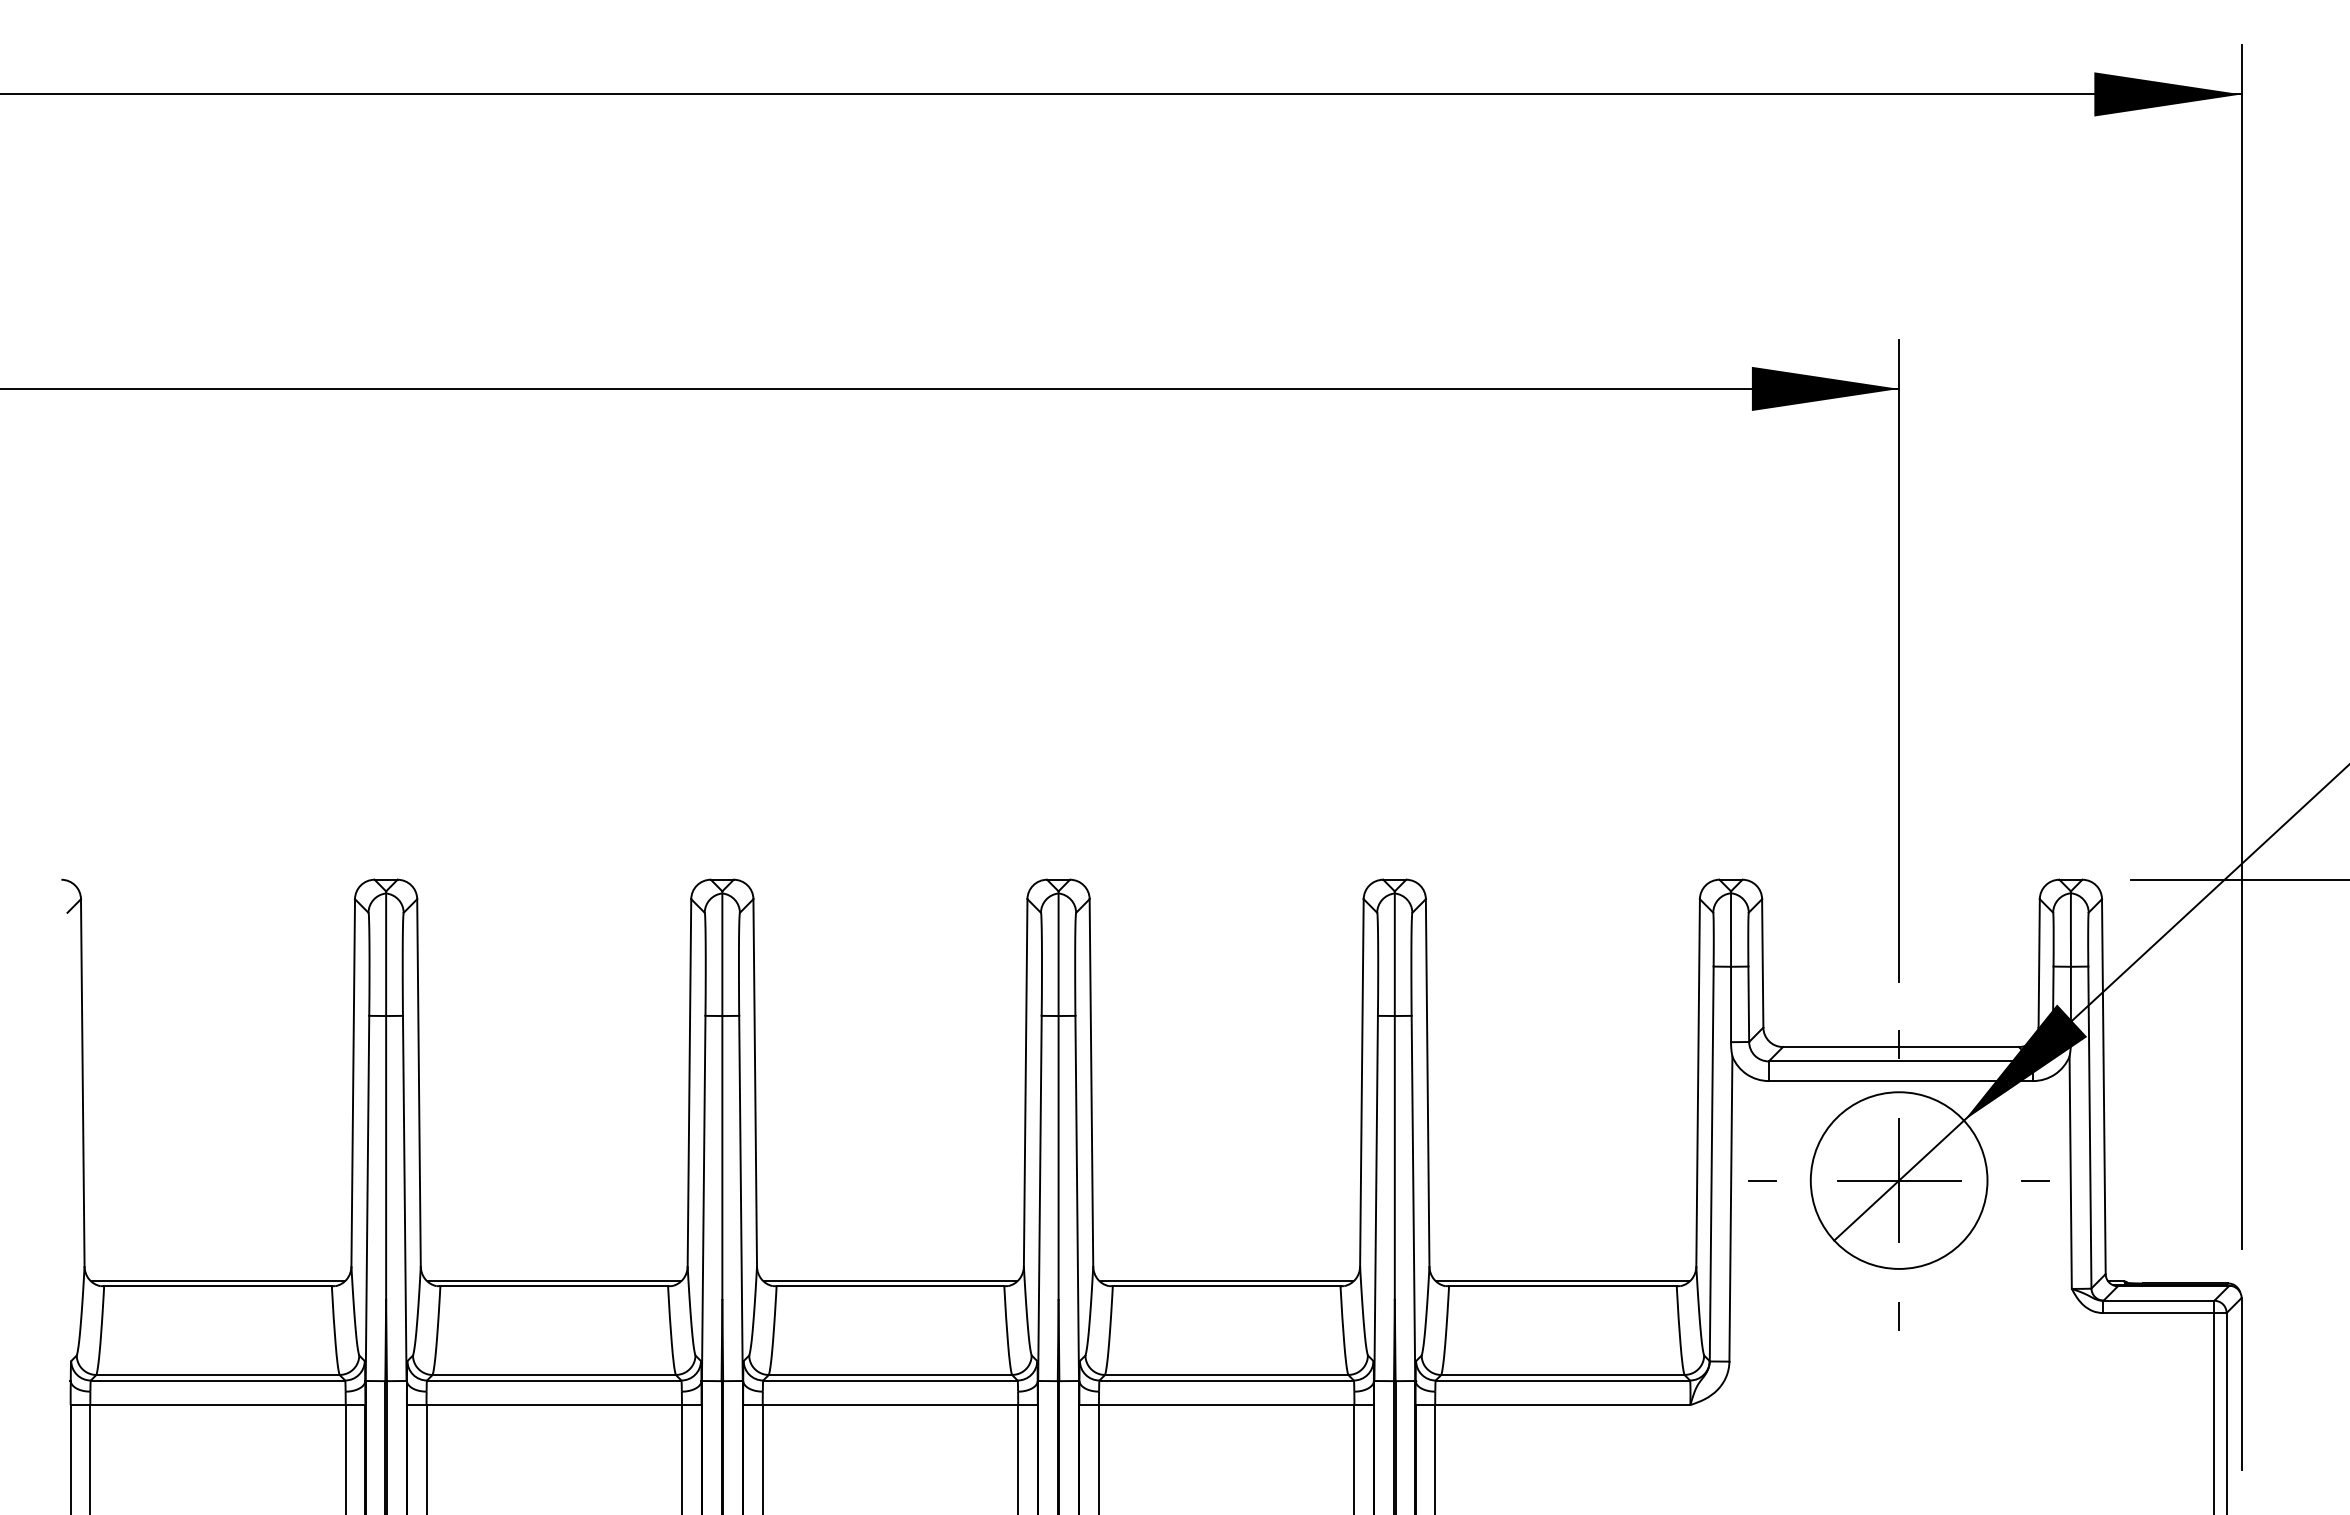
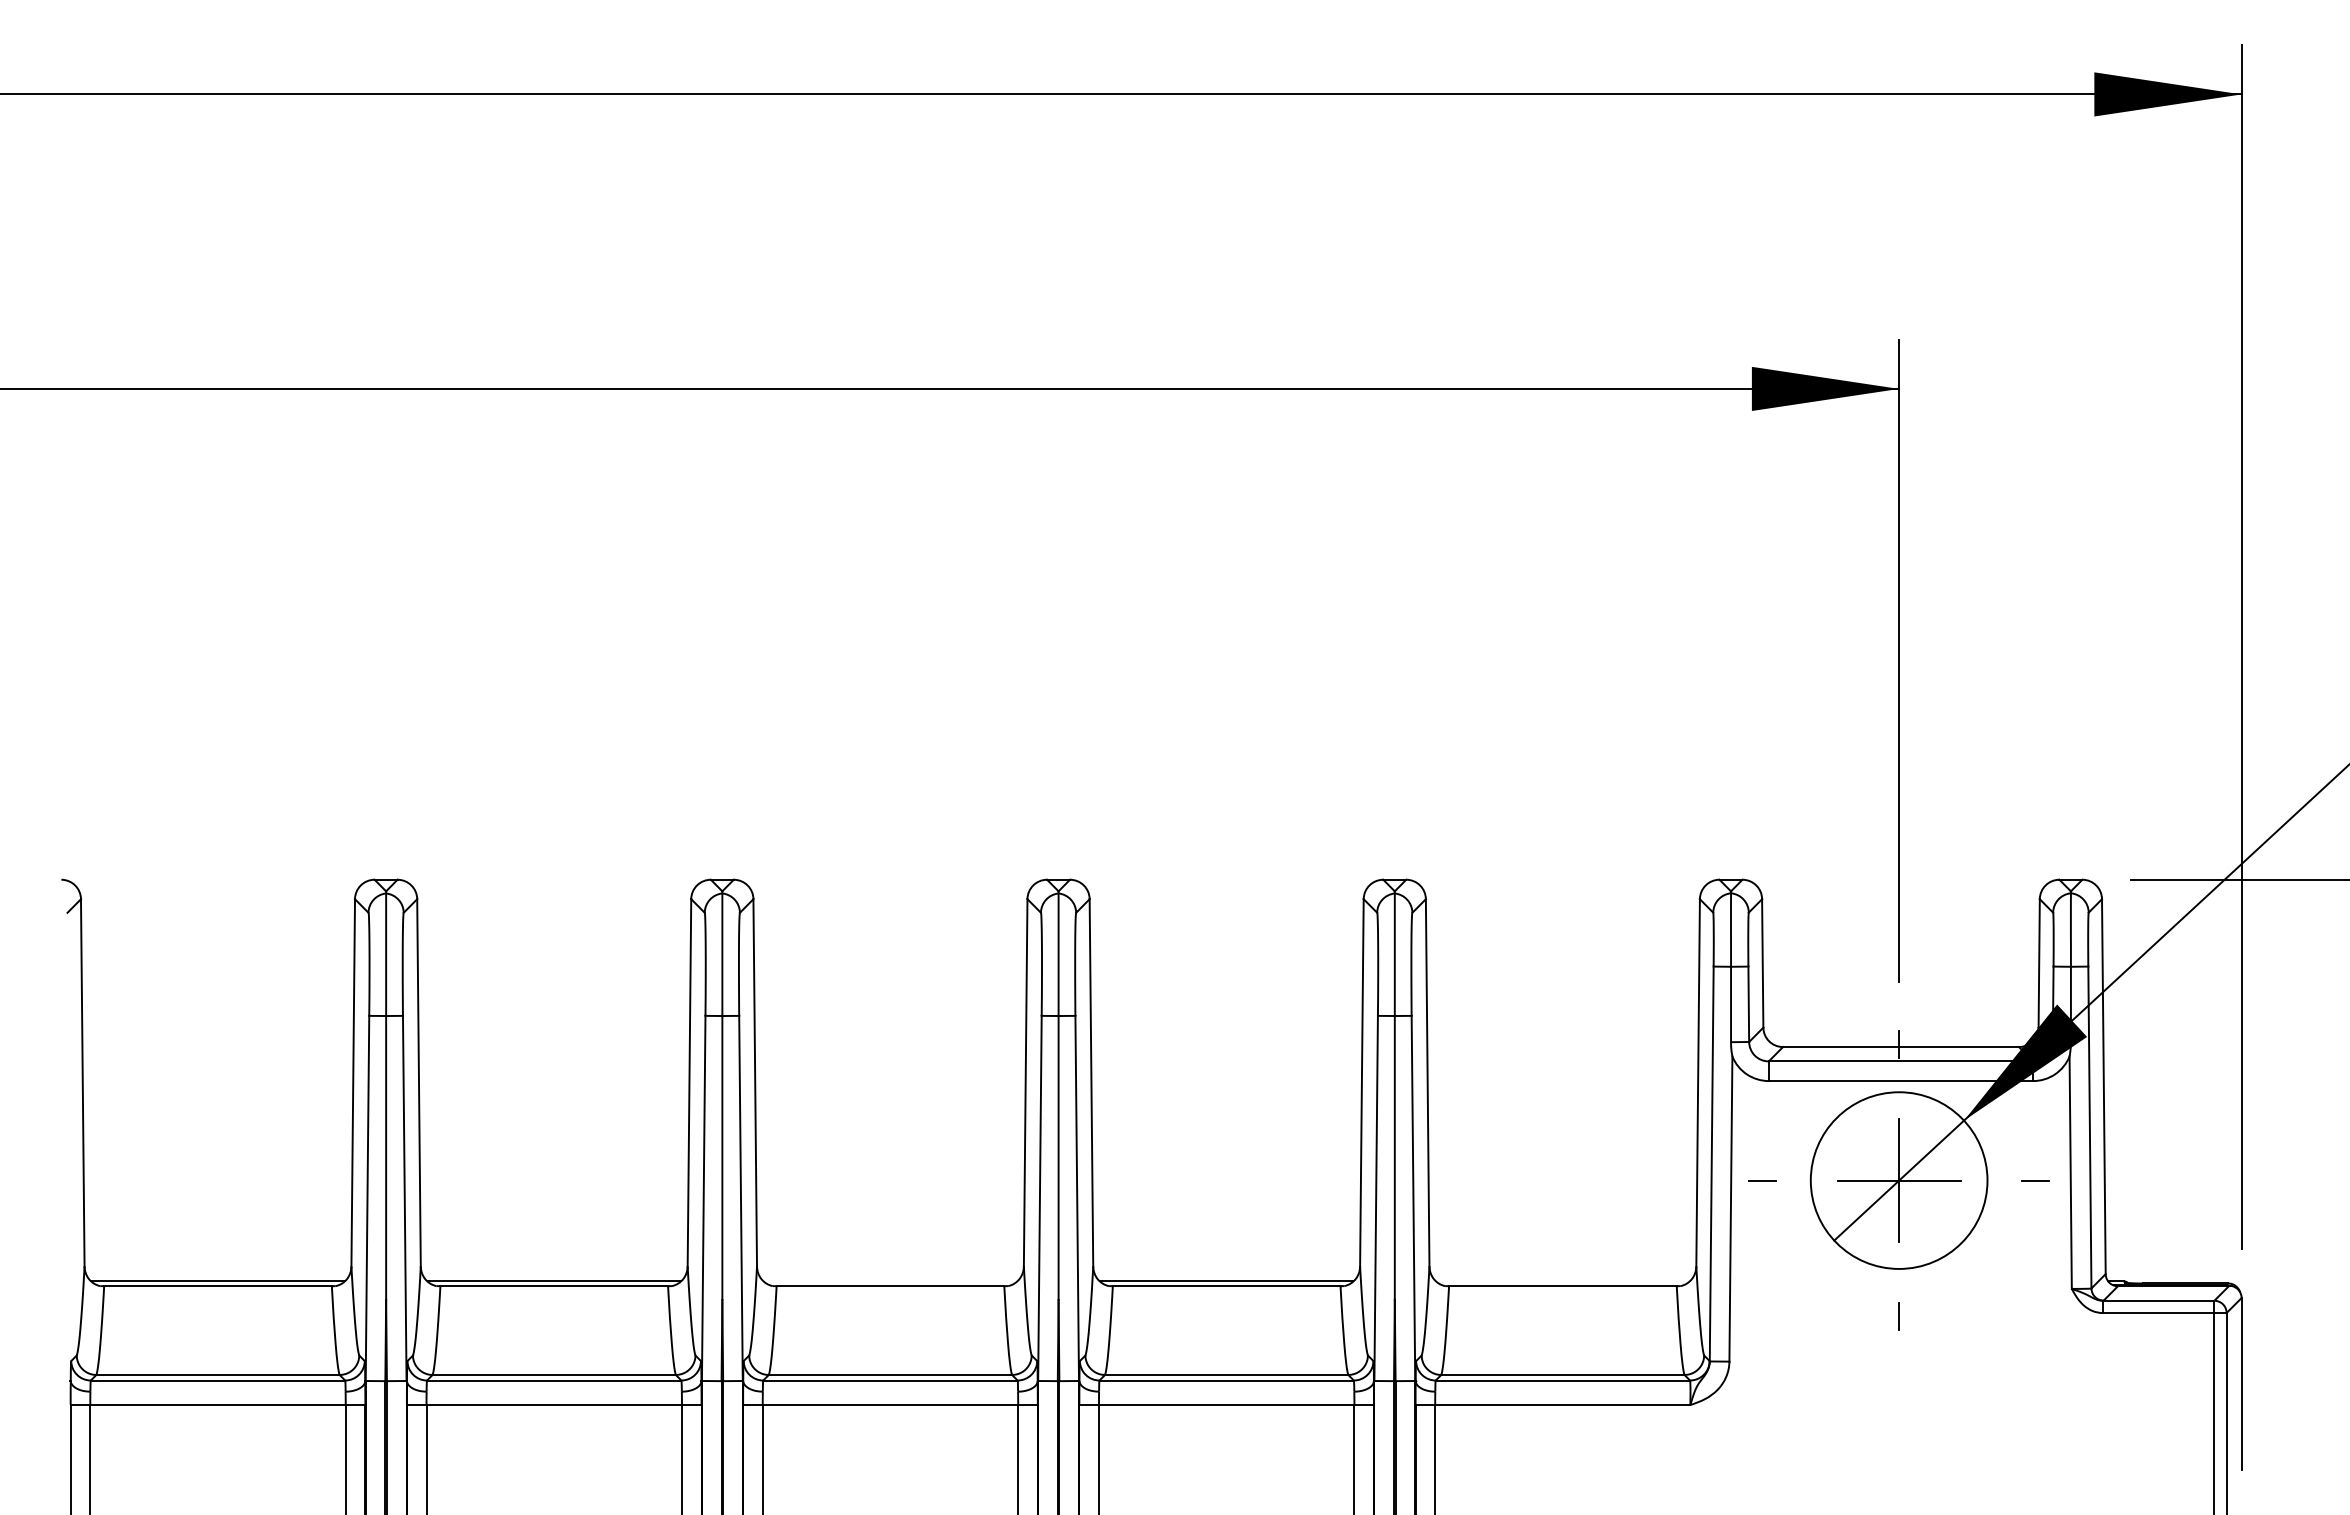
line at (890, 1281): present -> none
line at (1562, 1281): present -> none
